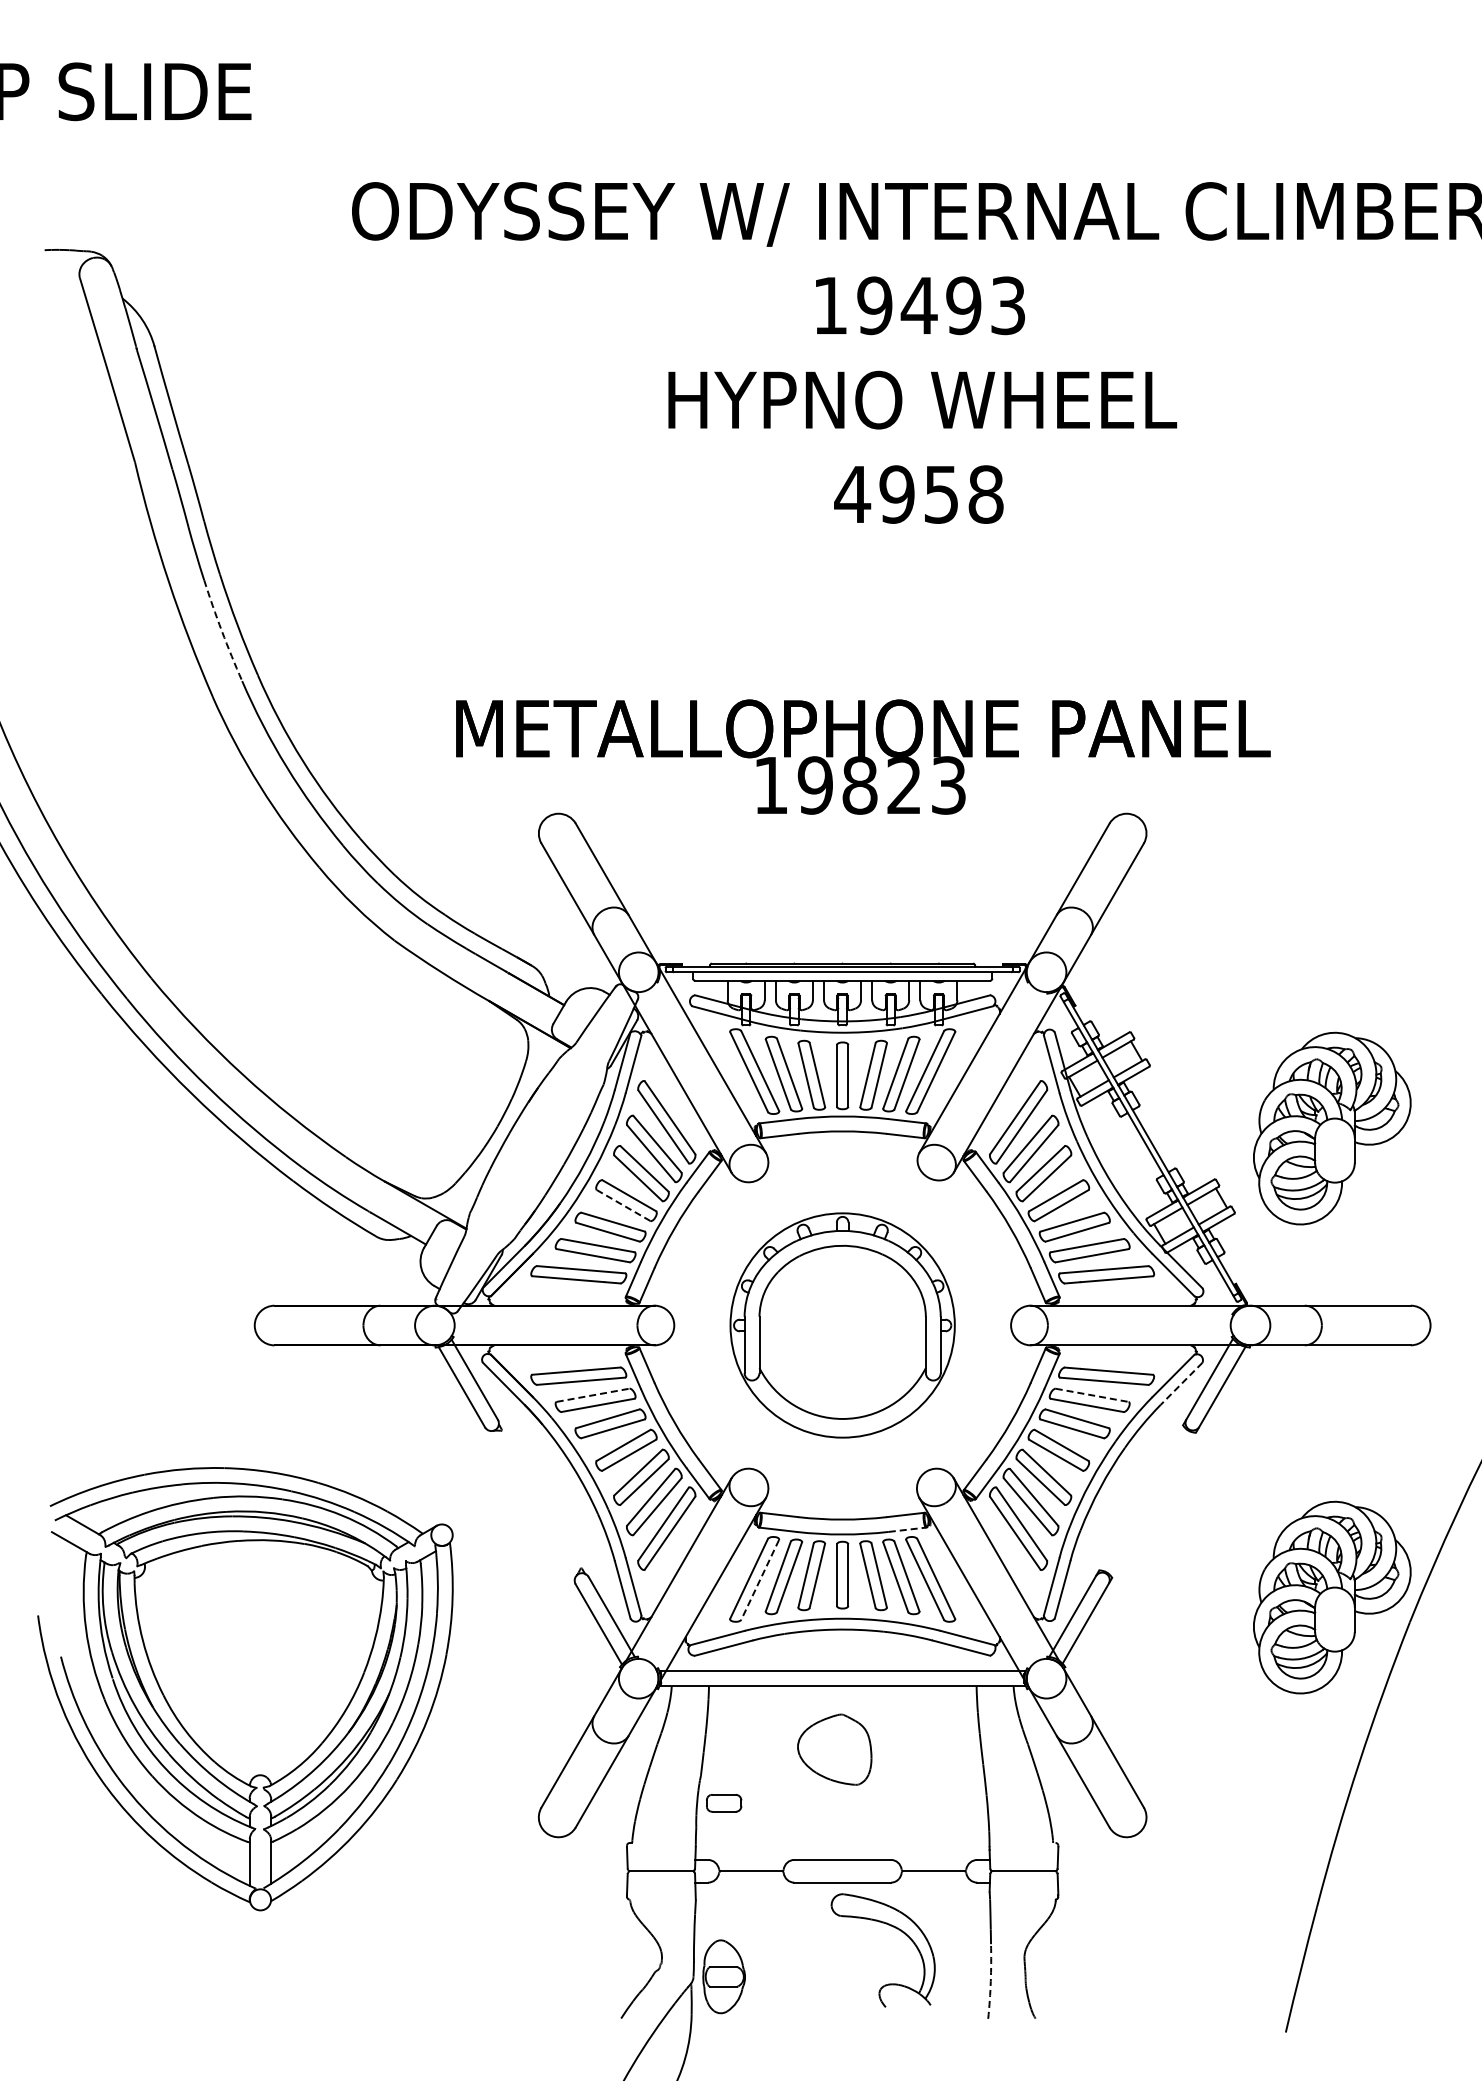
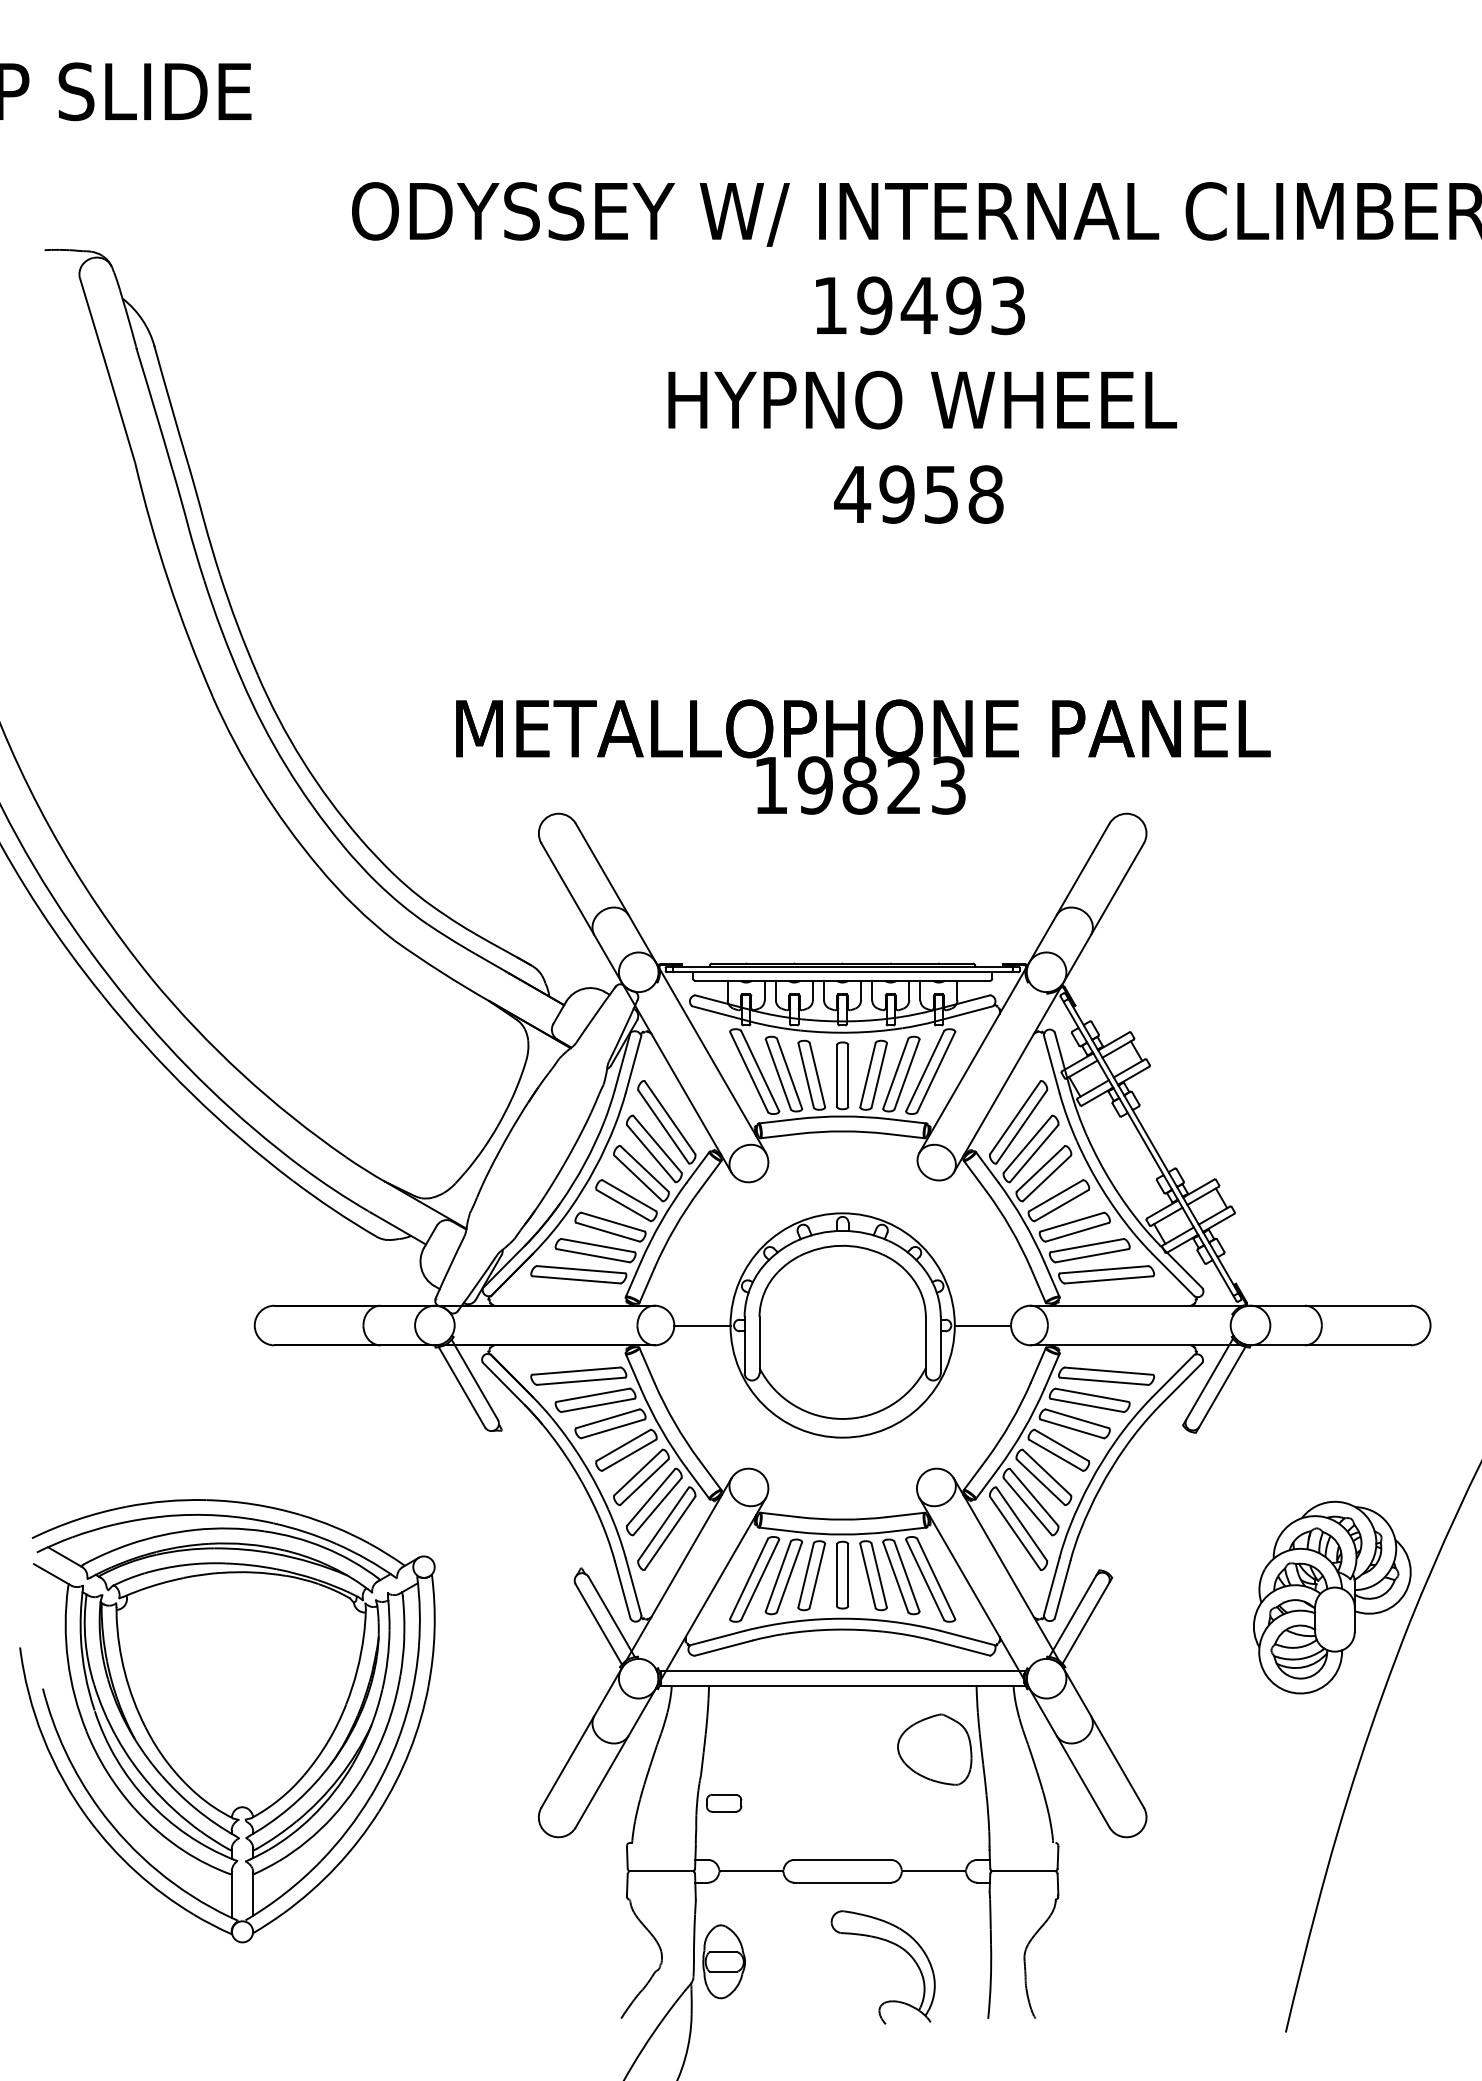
arc at (221, 631): dashed -> solid
part at (1332, 1128): present -> none
line at (623, 1205): dashed -> solid
line at (702, 1325): none -> present
line at (982, 1325): none -> present
line at (1181, 1383): dashed -> solid
line at (593, 1395): dashed -> solid
line at (1092, 1395): dashed -> solid
line at (907, 1529): dashed -> solid
line at (759, 1580): dashed -> solid
part at (245, 1689) position: (245, 1689) -> (227, 1721)
part at (834, 1749) position: (834, 1749) -> (934, 1749)
part at (890, 1926) position: (890, 1926) -> (890, 1943)
part at (723, 1976) position: (723, 1976) -> (723, 1961)
arc at (990, 1981): dashed -> solid
